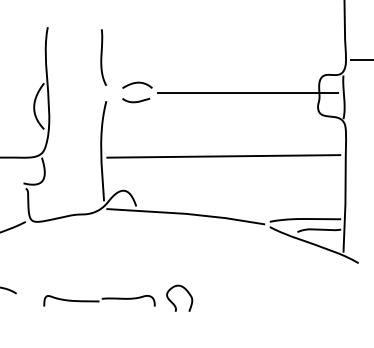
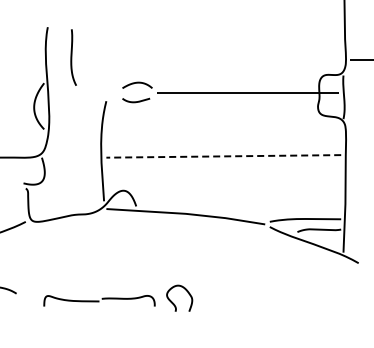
curve at (102, 57) position: (102, 57) -> (72, 57)
line at (223, 156): solid -> dashed
